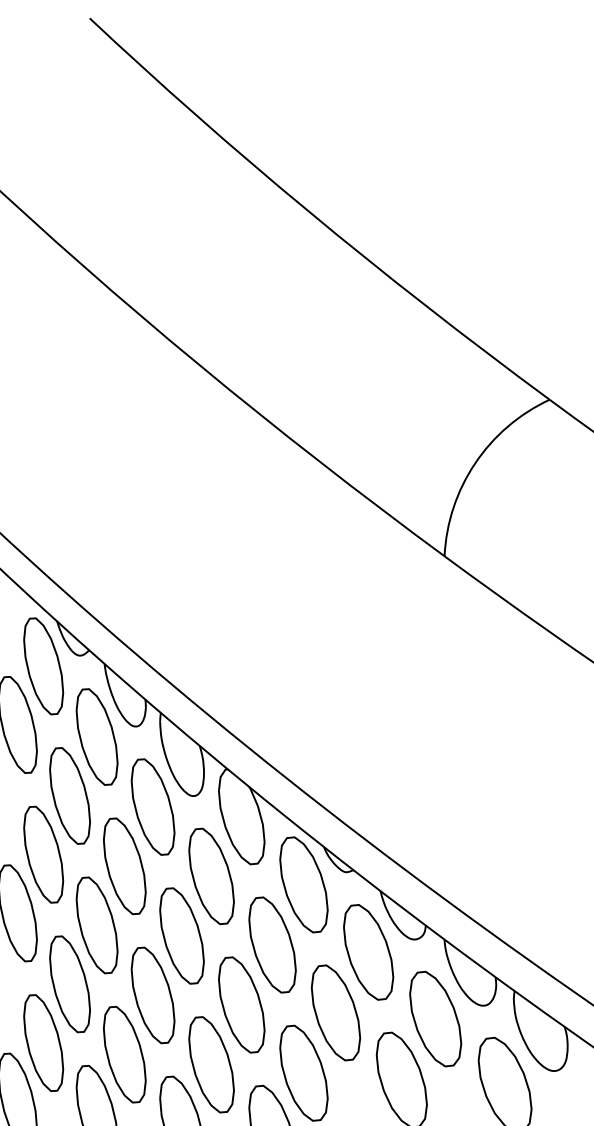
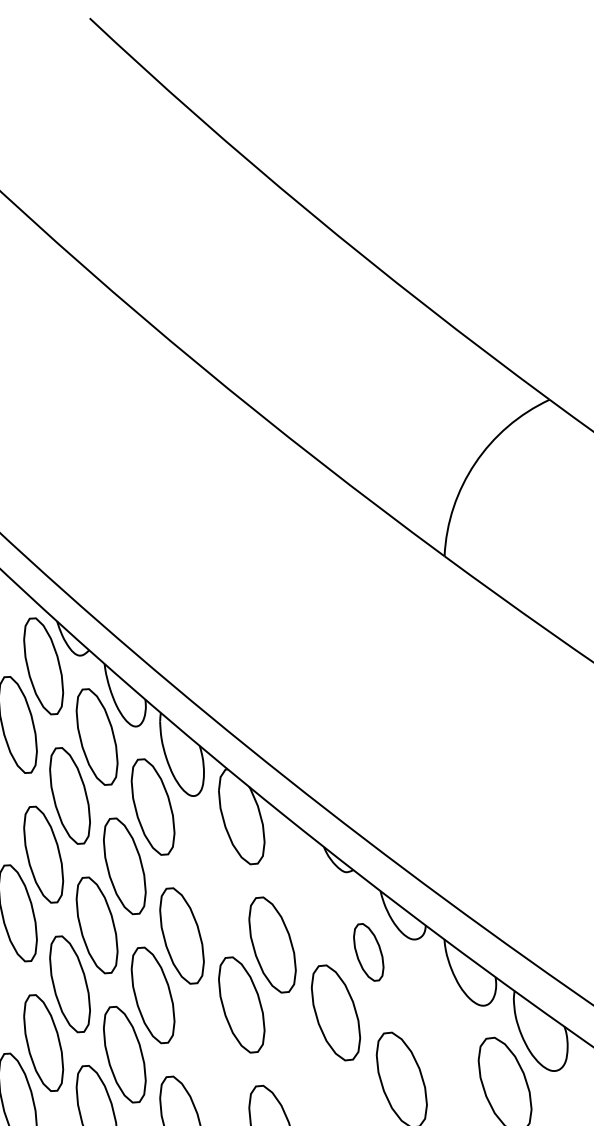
part at (211, 875): present -> none
part at (303, 884): present -> none
part at (368, 952) size: 52x97 px -> 32x59 px
part at (435, 1018): present -> none
part at (211, 1064): present -> none
part at (303, 1072): present -> none
